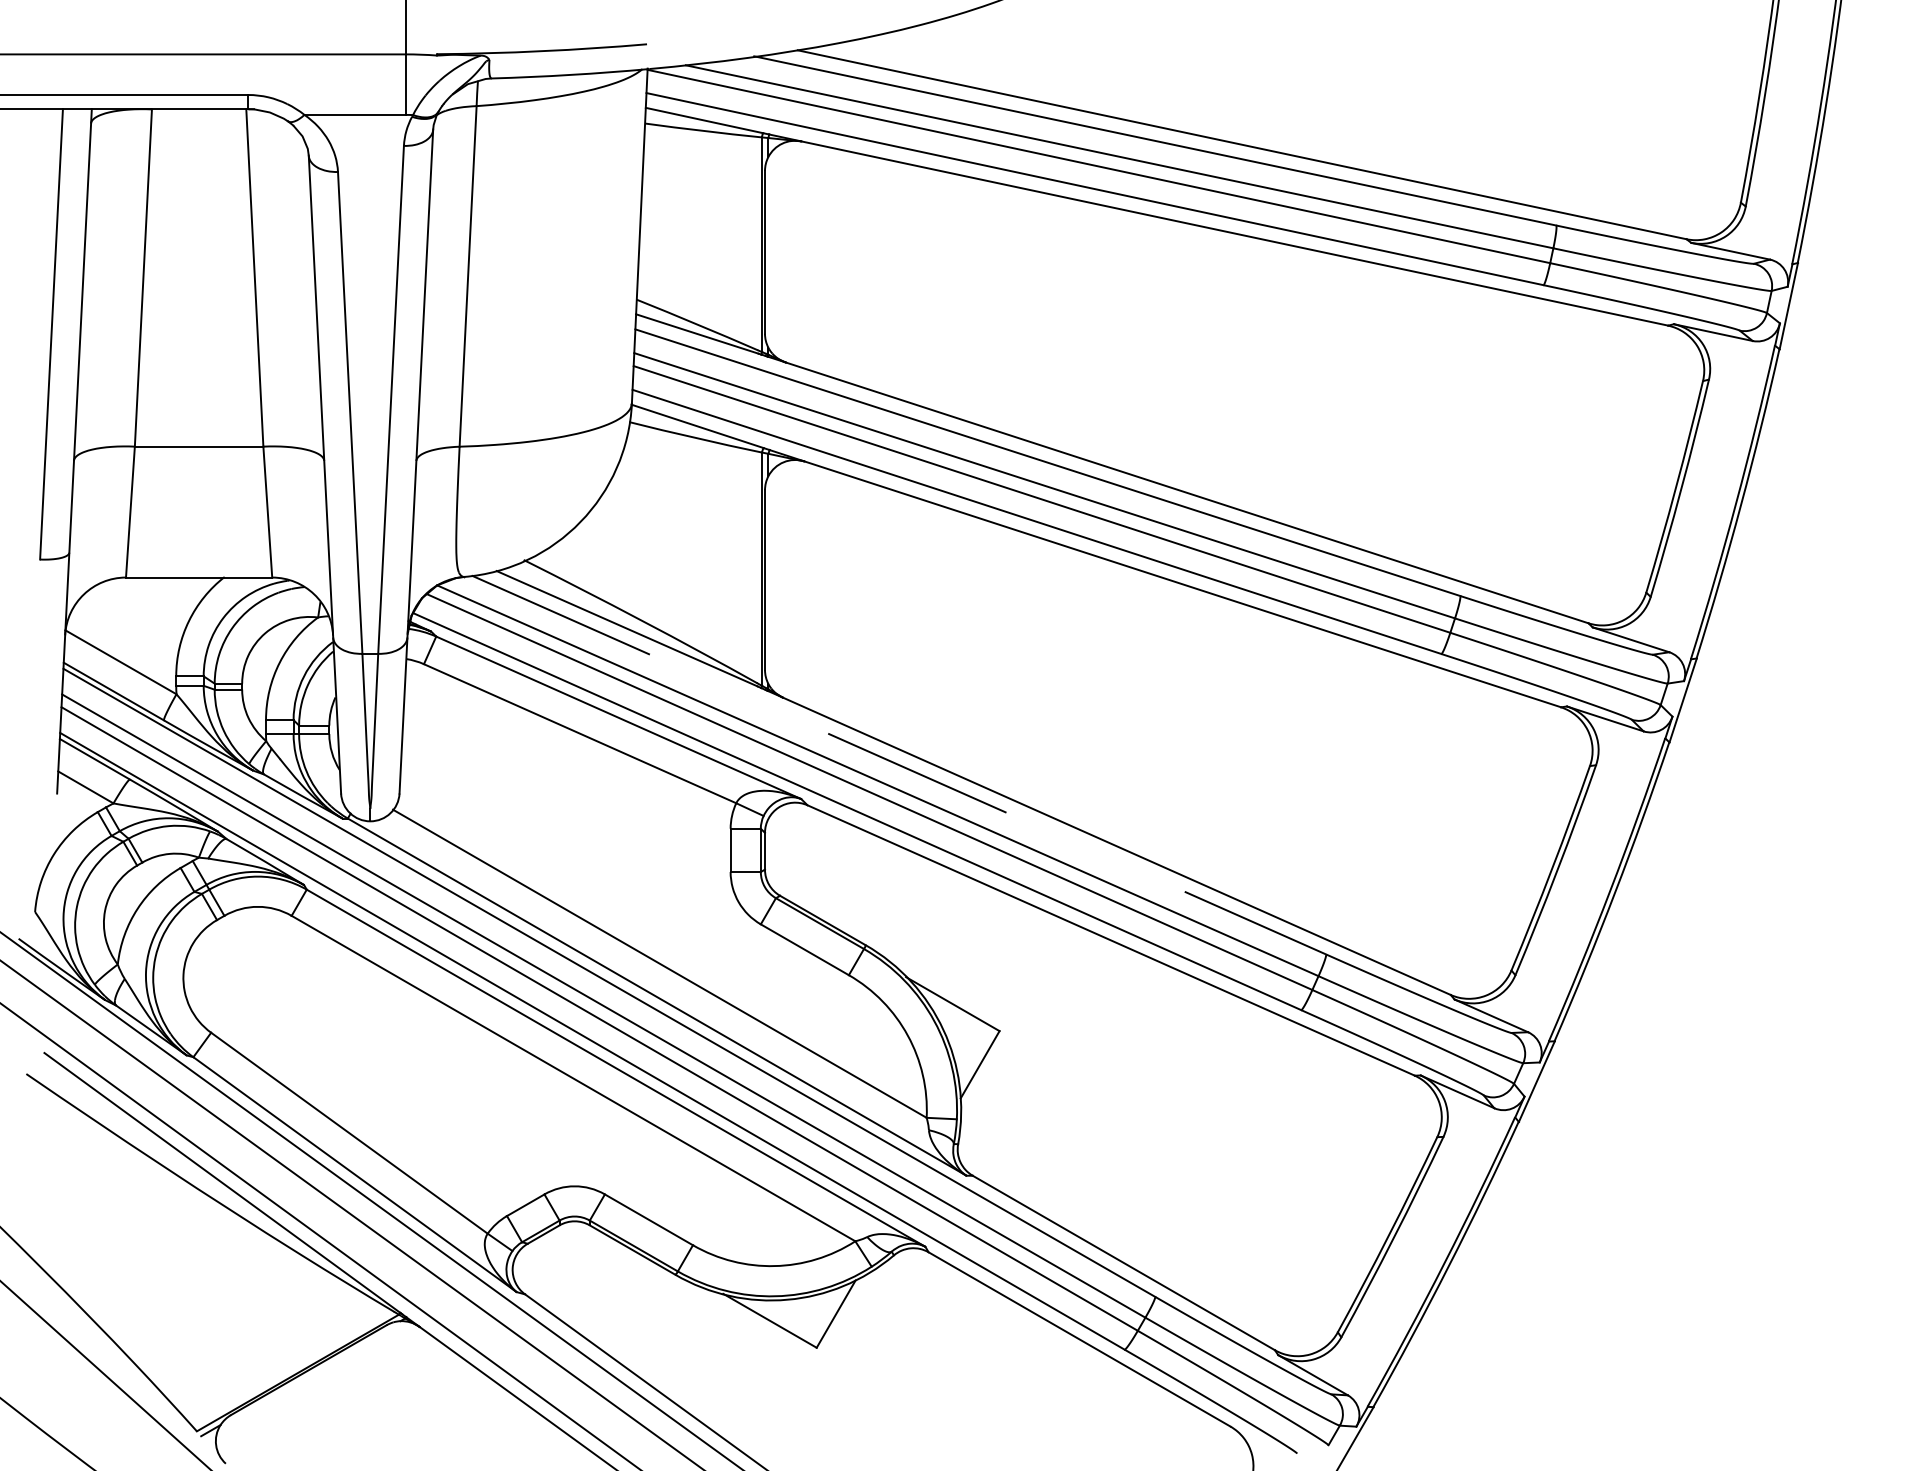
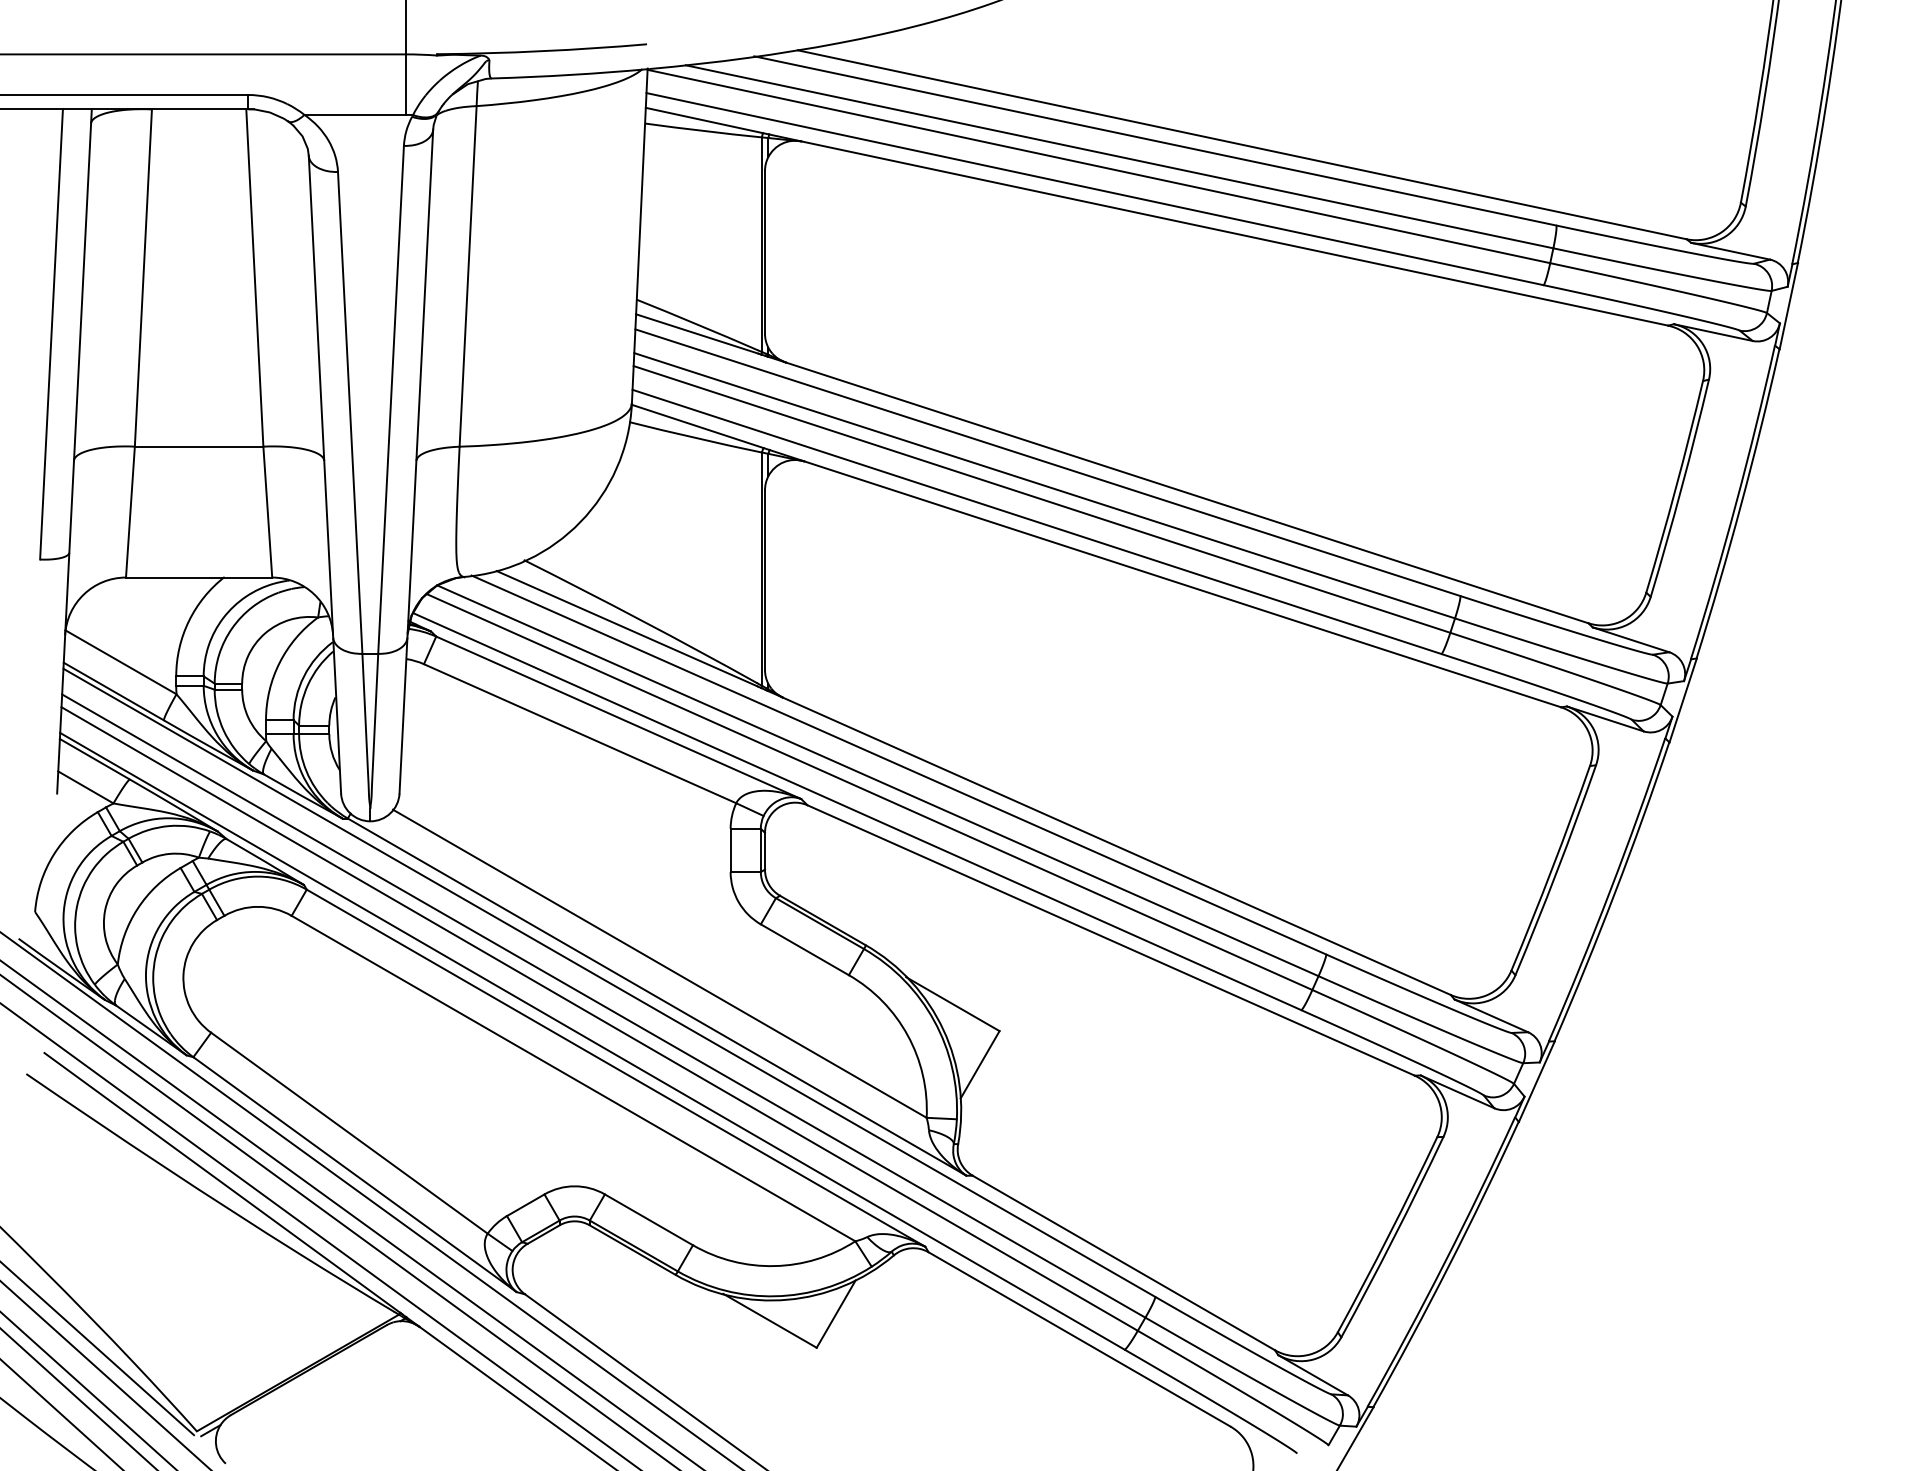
line at (899, 765): dashed -> solid
line at (339, 1221): none -> present
line at (98, 1349): none -> present
line at (87, 1390): none -> present
line at (78, 1398): none -> present
line at (61, 1414): none -> present
